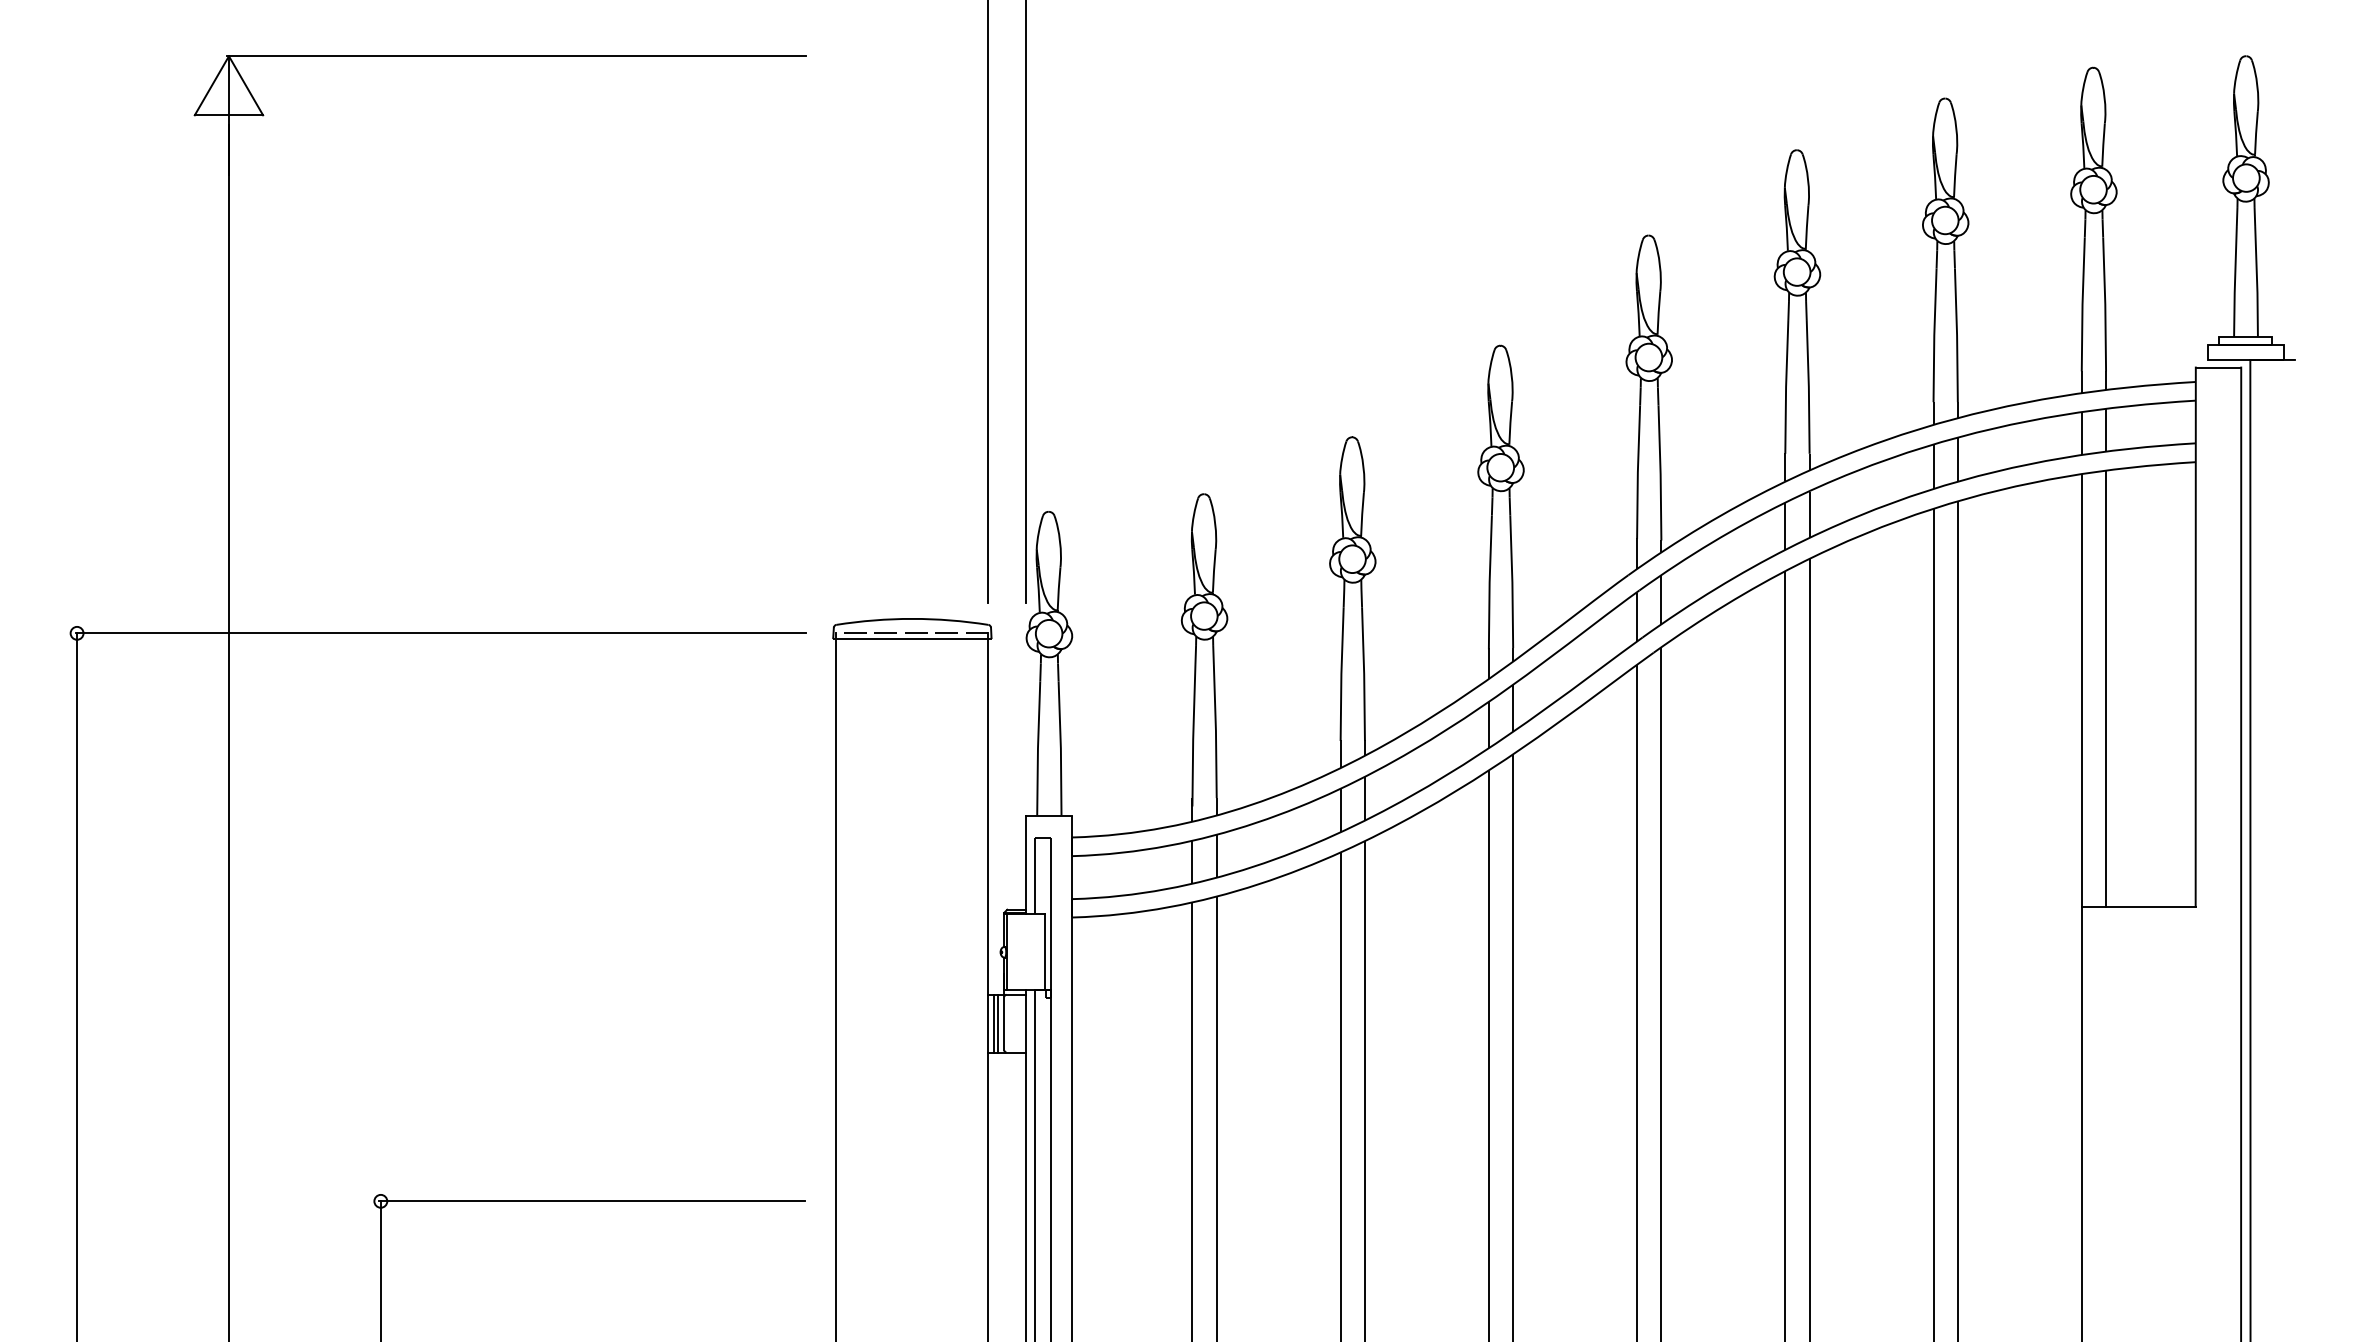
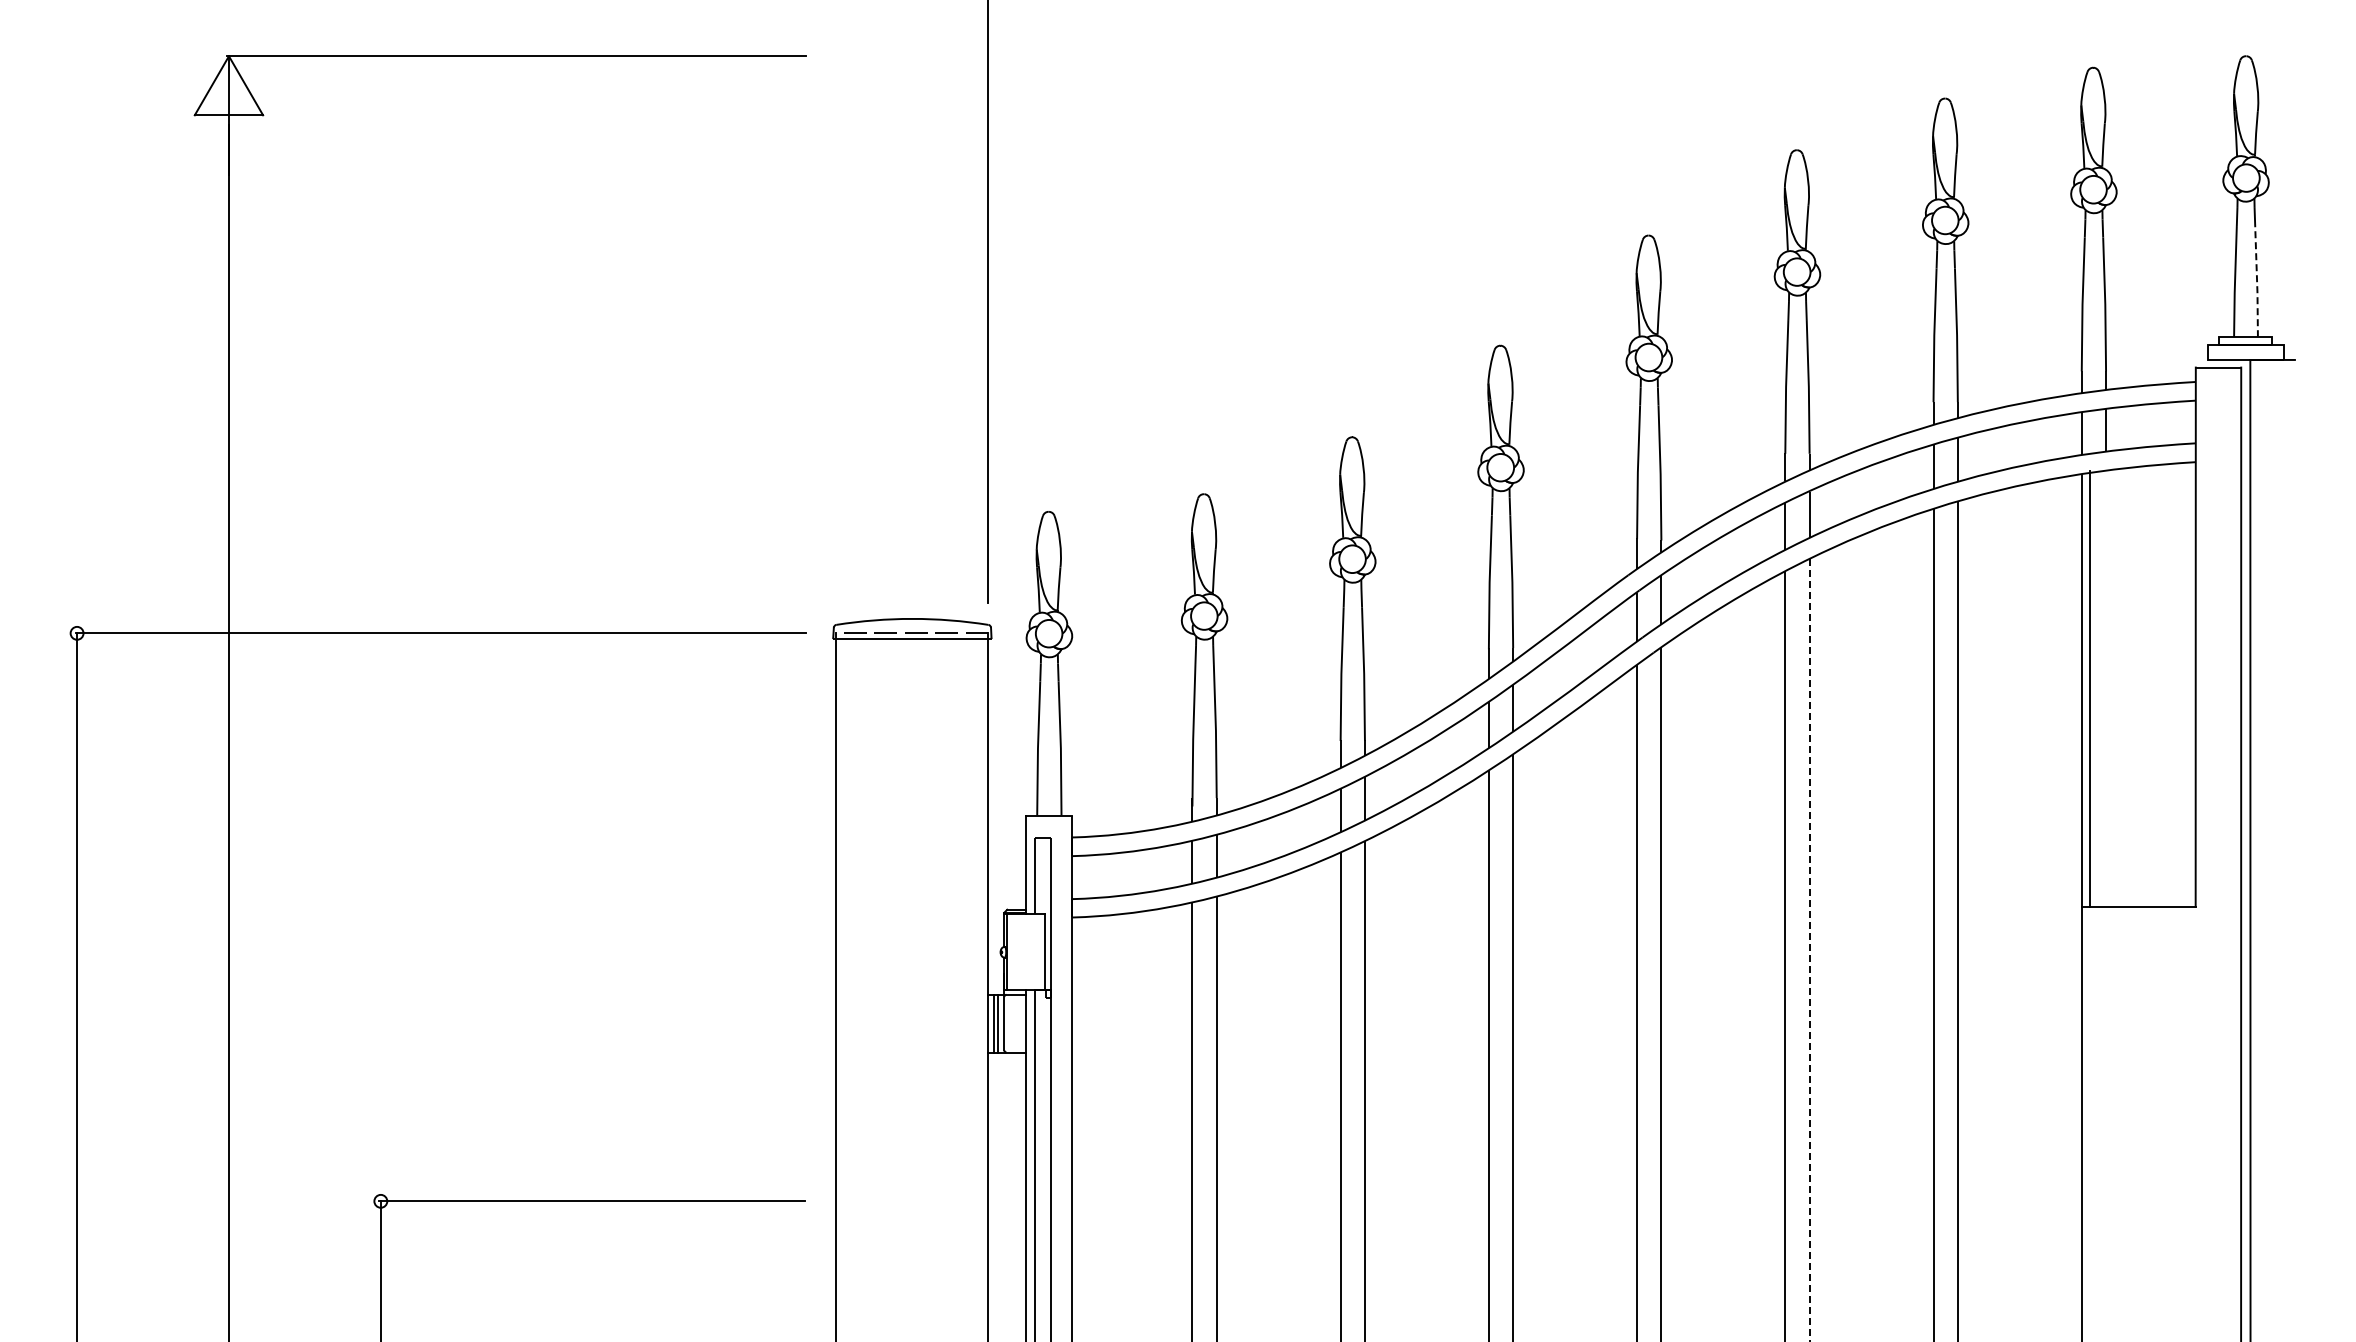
line at (2257, 282): solid -> dashed
line at (1026, 302): present -> none
line at (2106, 688) position: (2106, 688) -> (2090, 688)
line at (1809, 950): solid -> dashed
